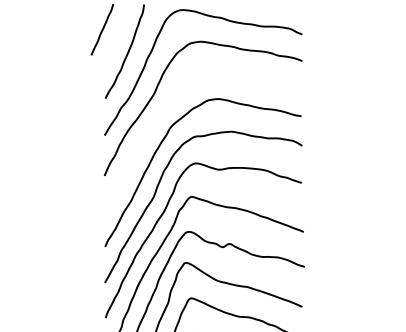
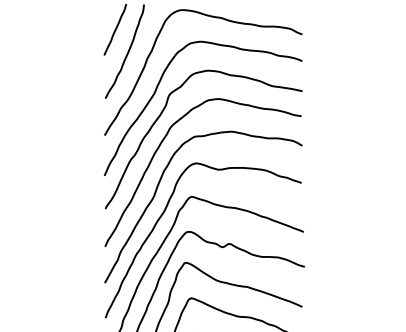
line at (101, 29) position: (101, 29) -> (114, 29)
curve at (161, 115): none -> present
